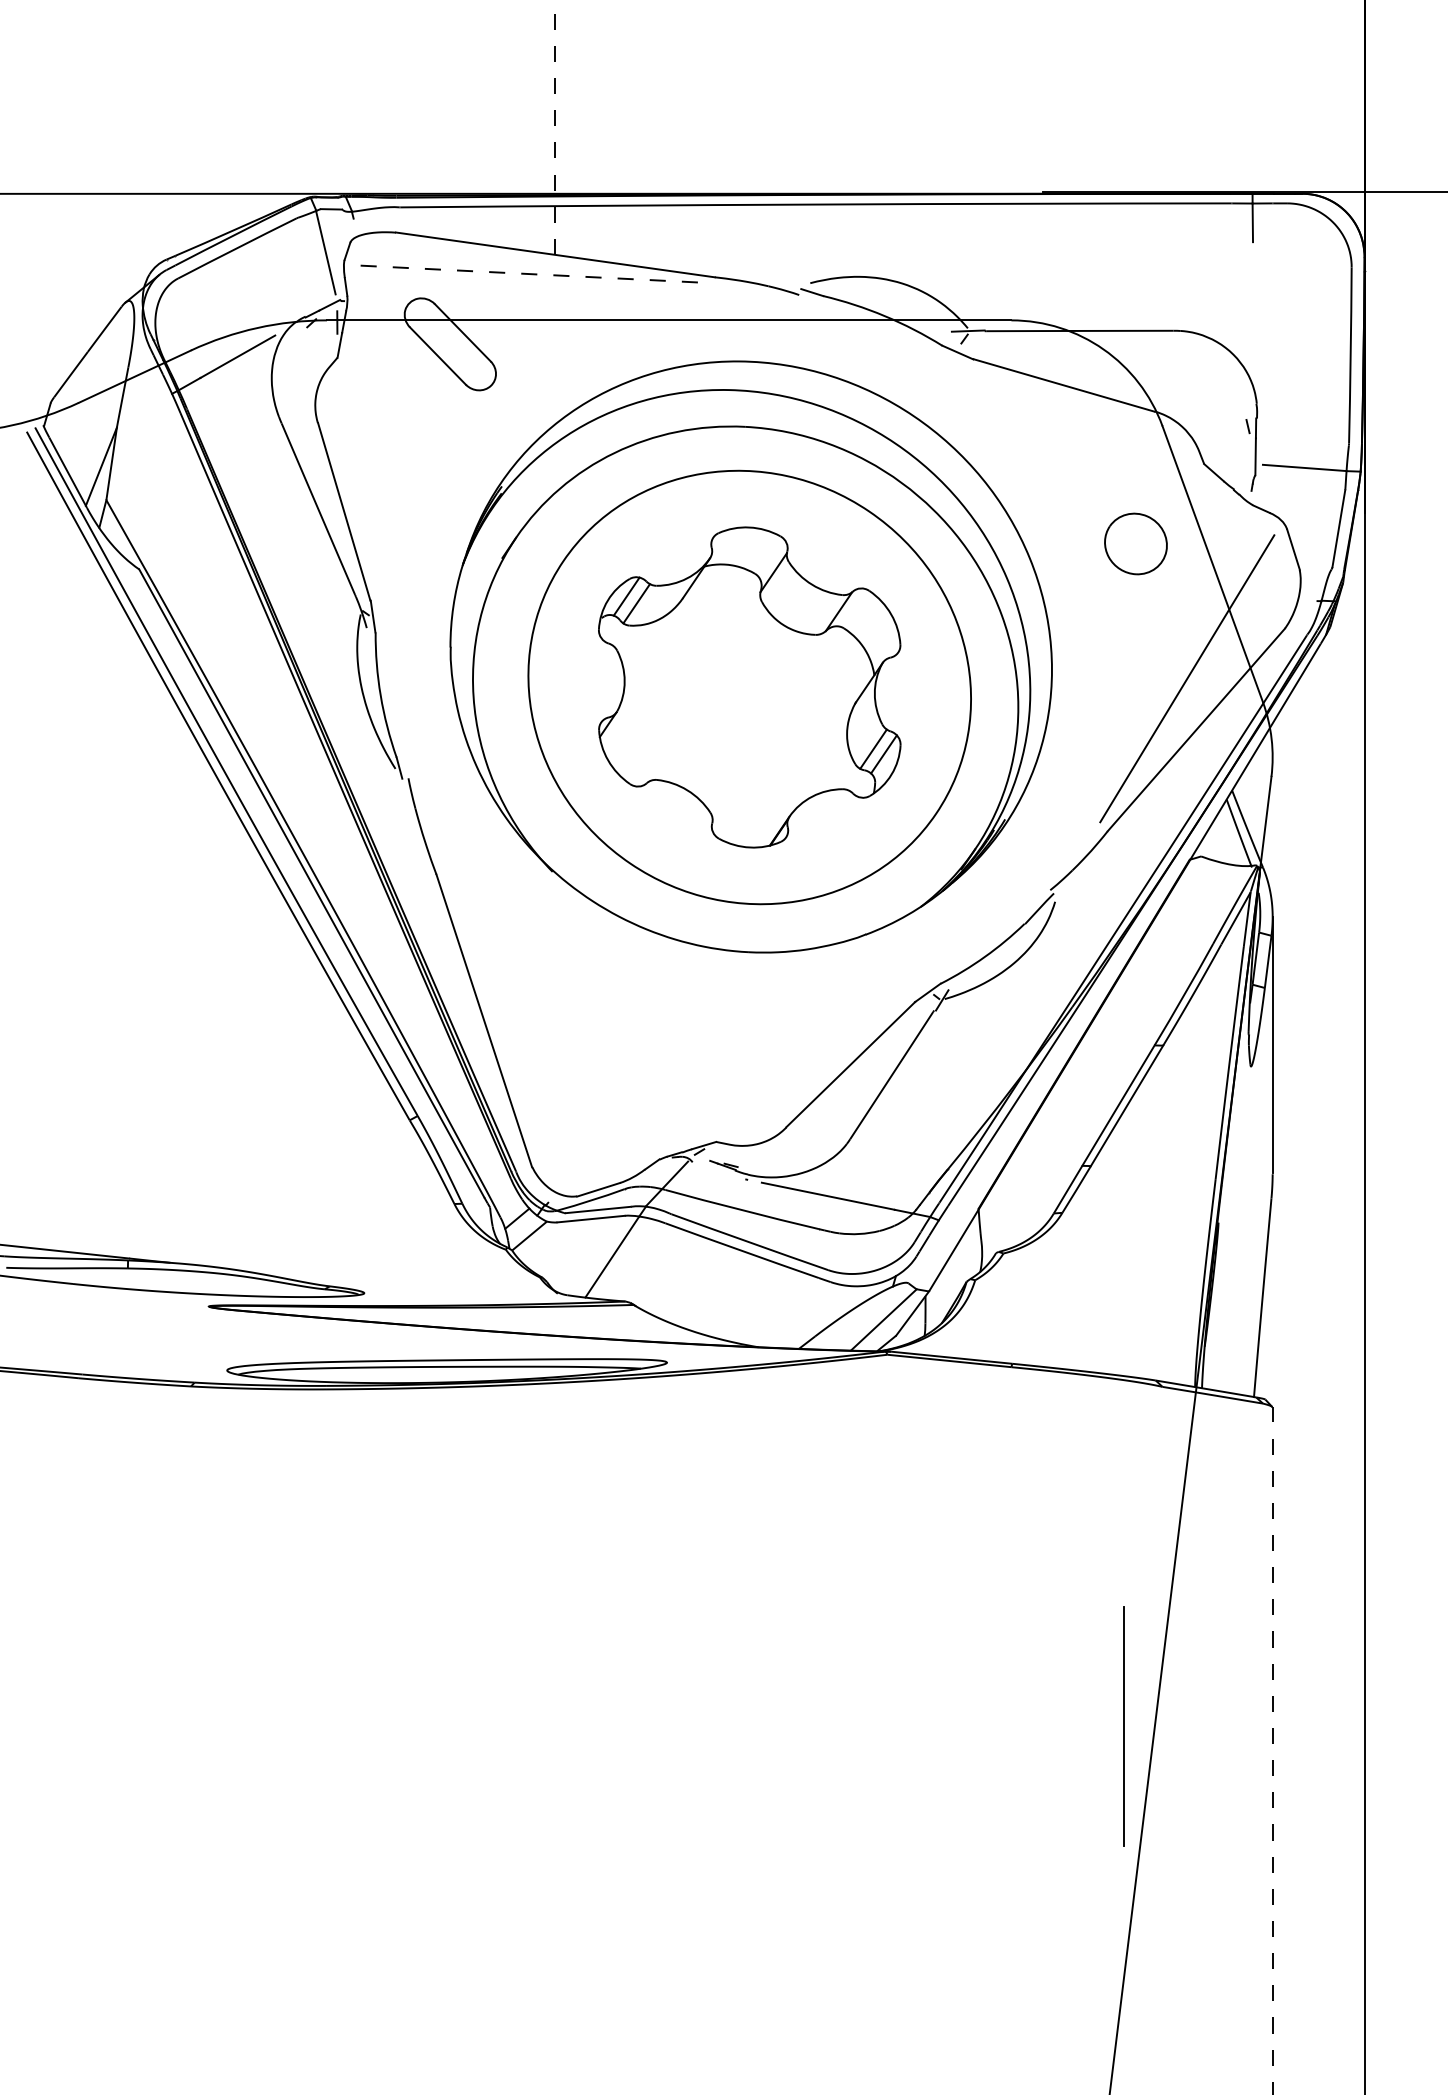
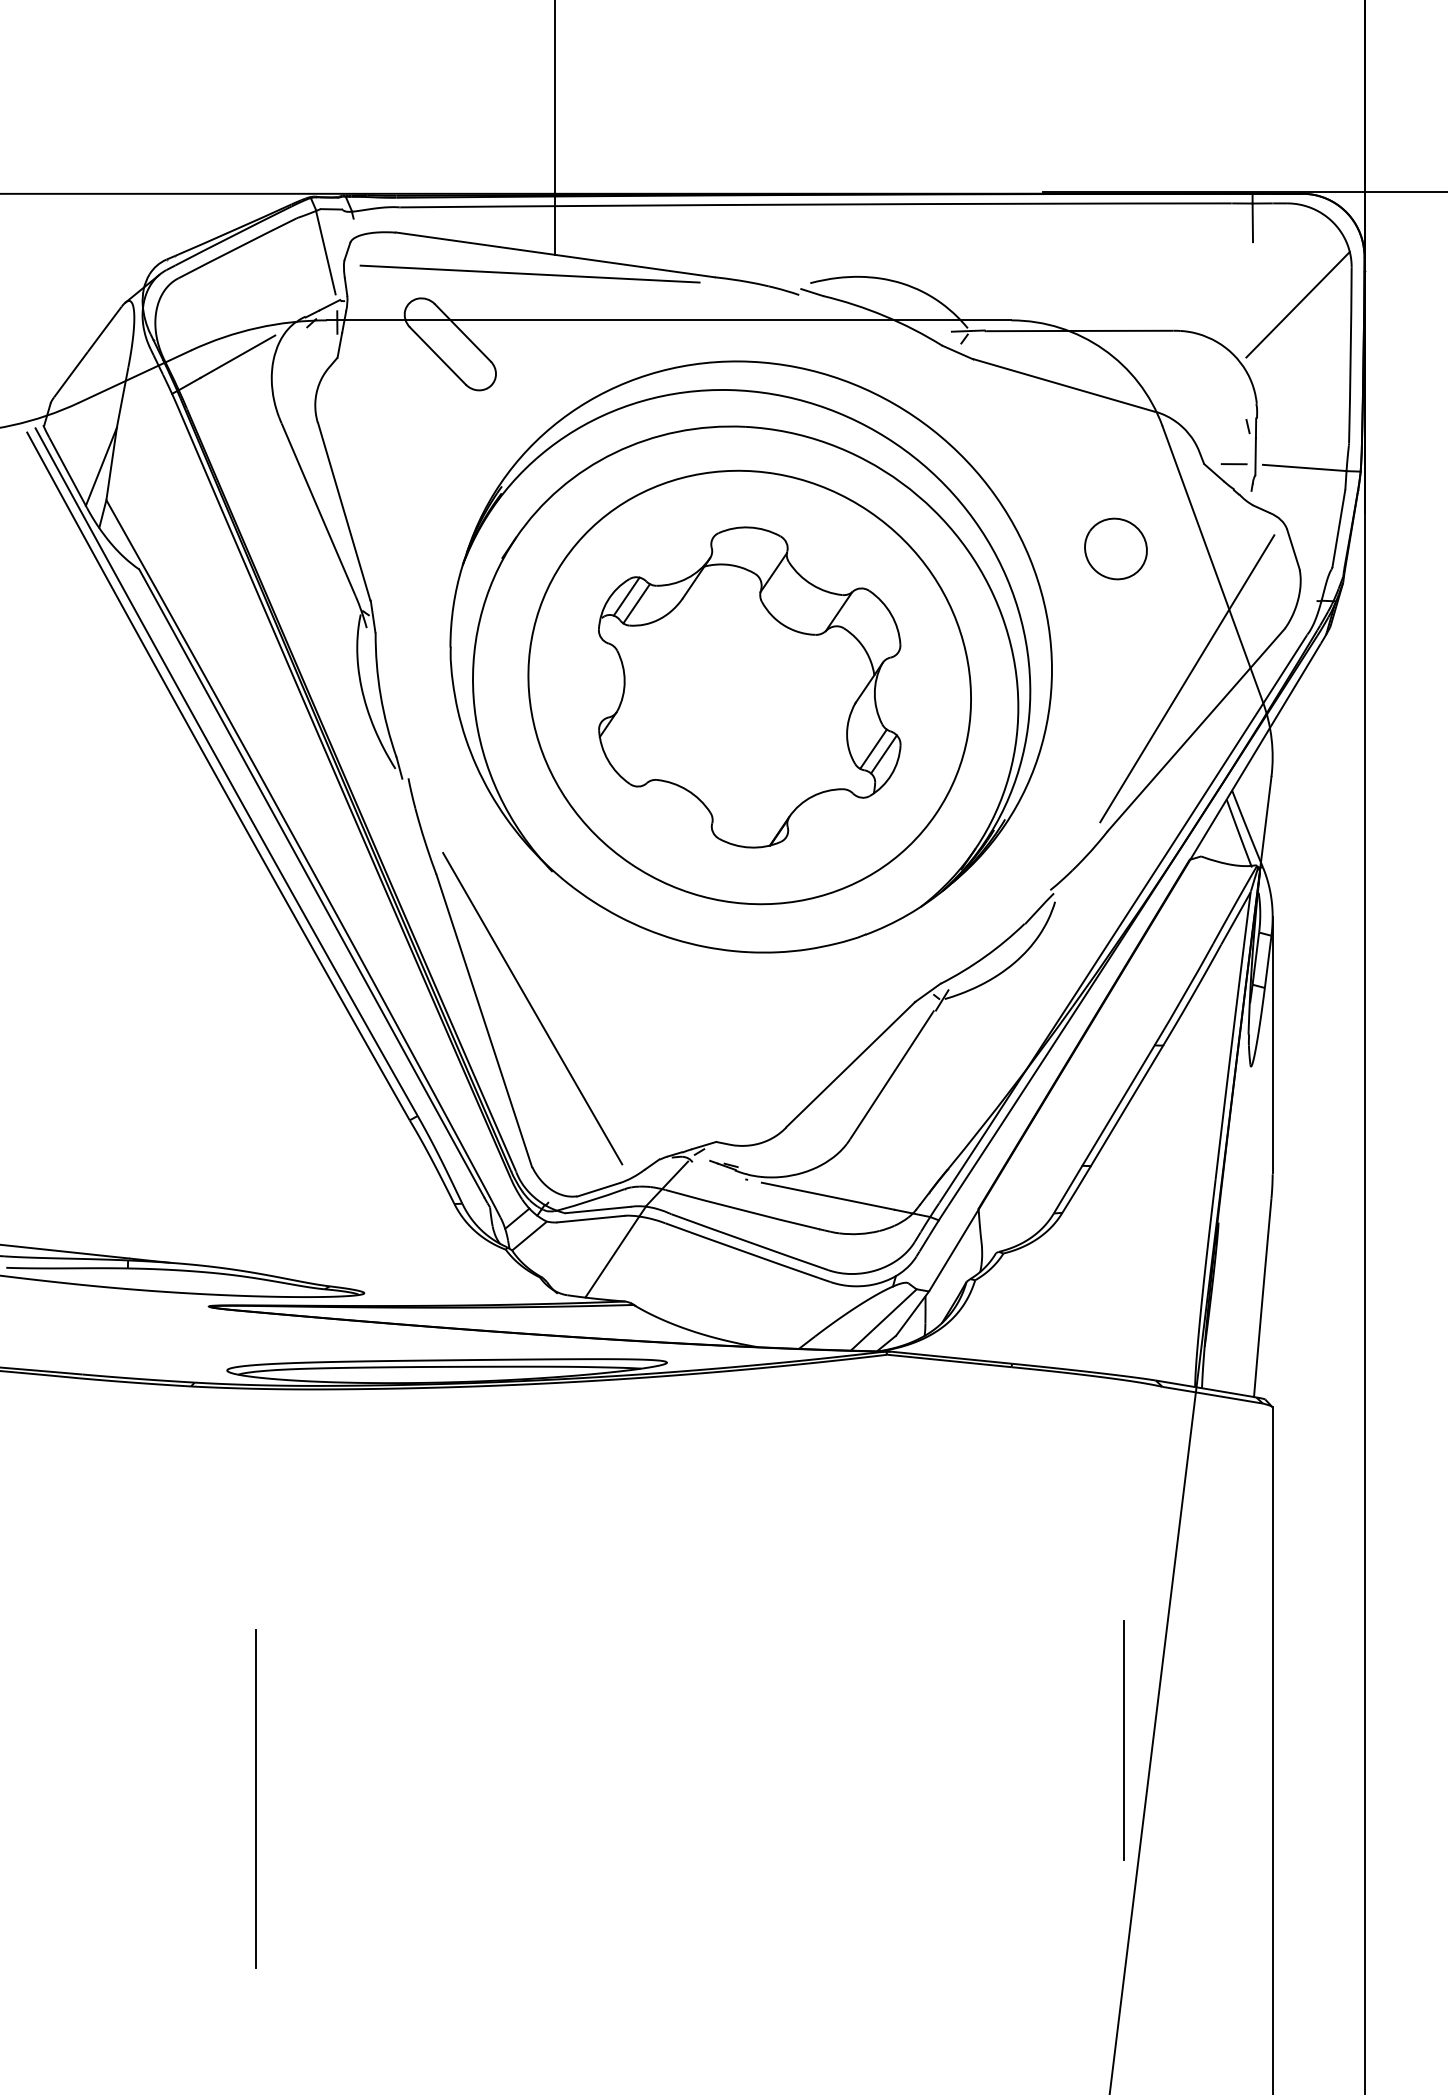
line at (555, 127): dashed -> solid
line at (530, 274): dashed -> solid
line at (1297, 304): none -> present
line at (1233, 464): none -> present
part at (1135, 543) position: (1135, 543) -> (1115, 548)
line at (532, 1008): none -> present
line at (1123, 1726) position: (1123, 1726) -> (1123, 1740)
line at (1272, 1751): dashed -> solid
line at (255, 1799): none -> present
